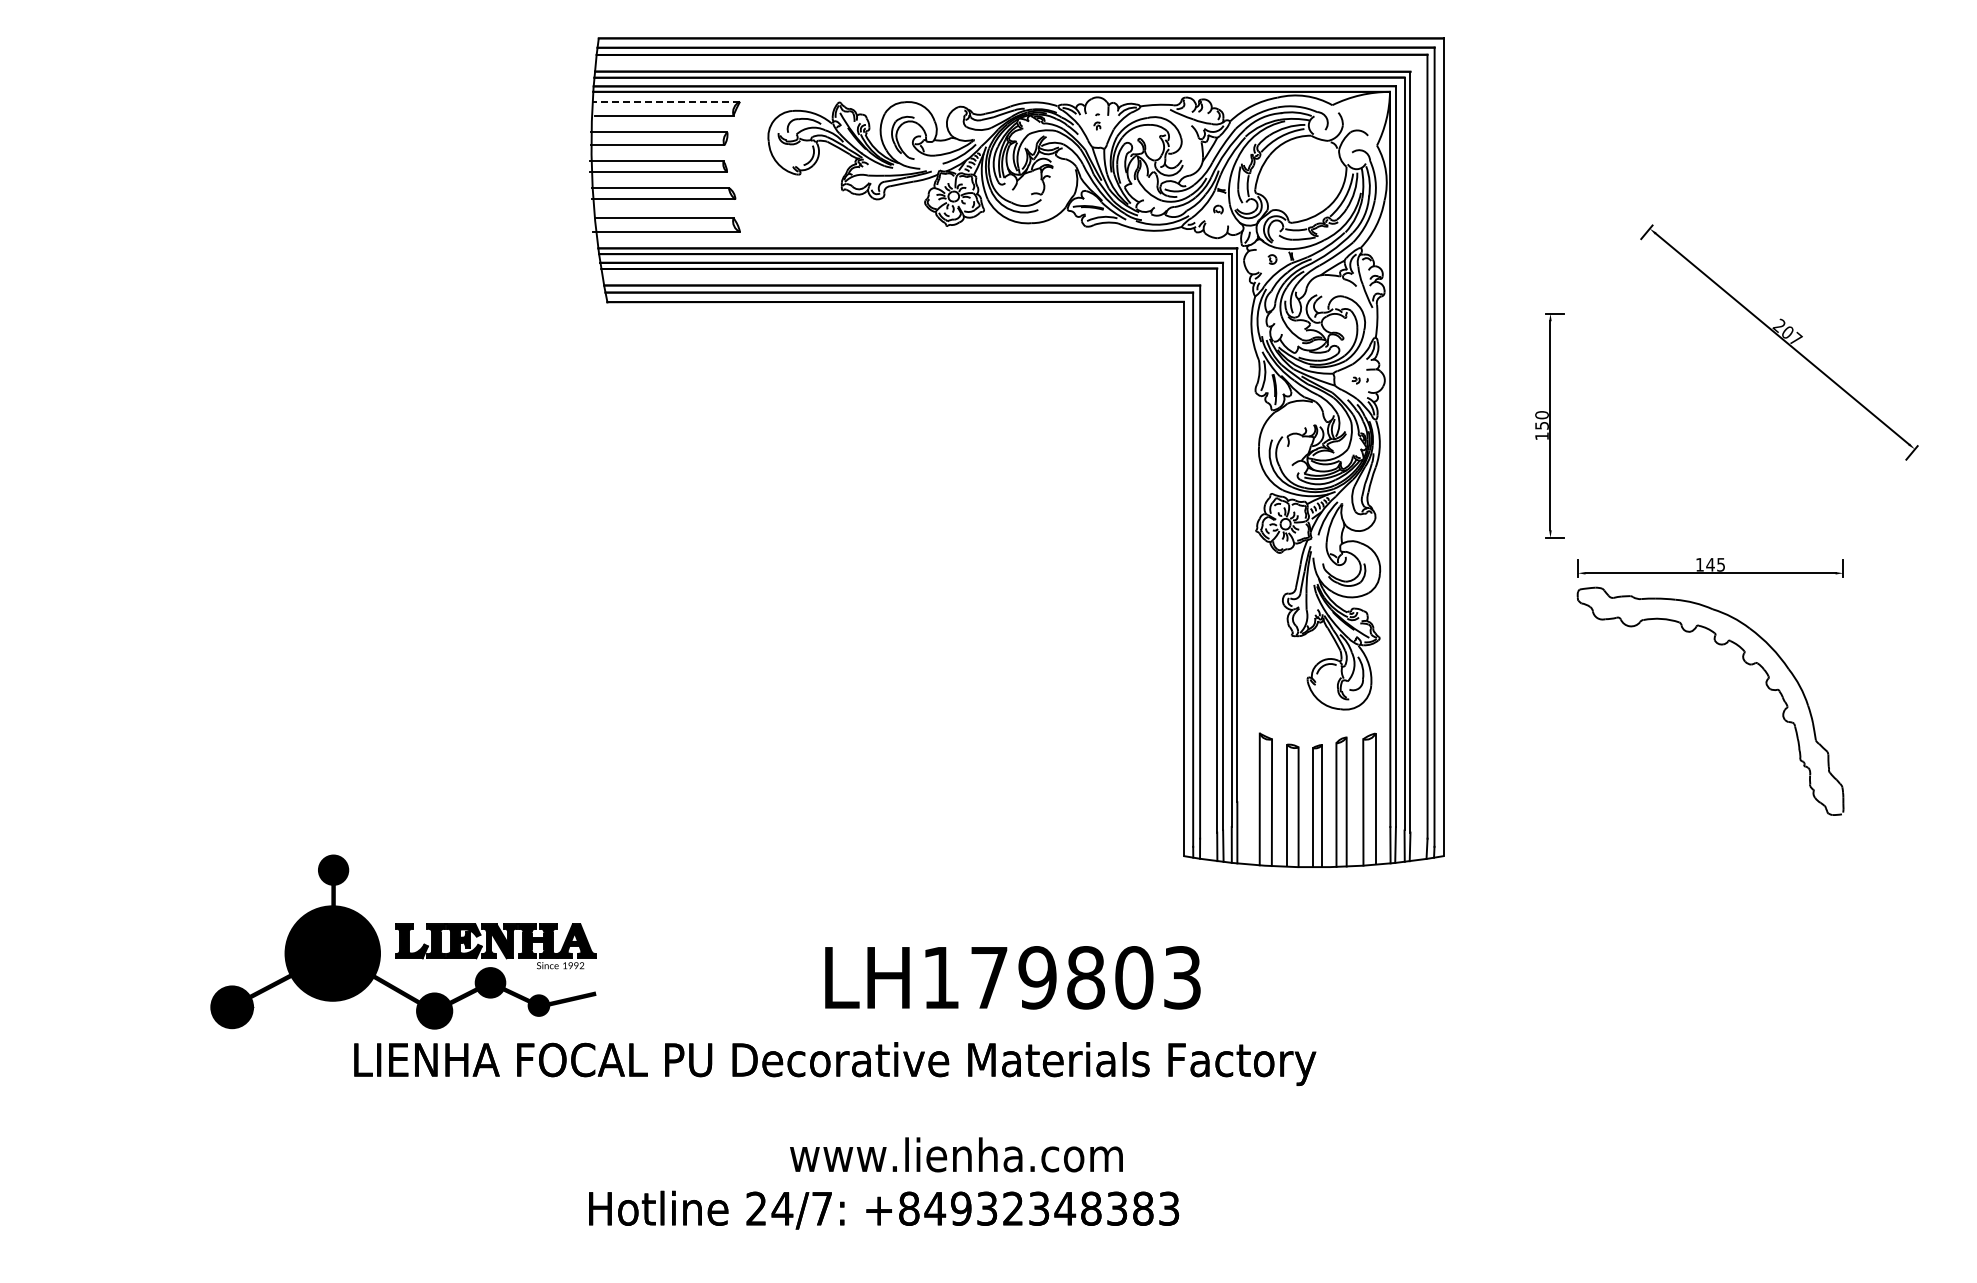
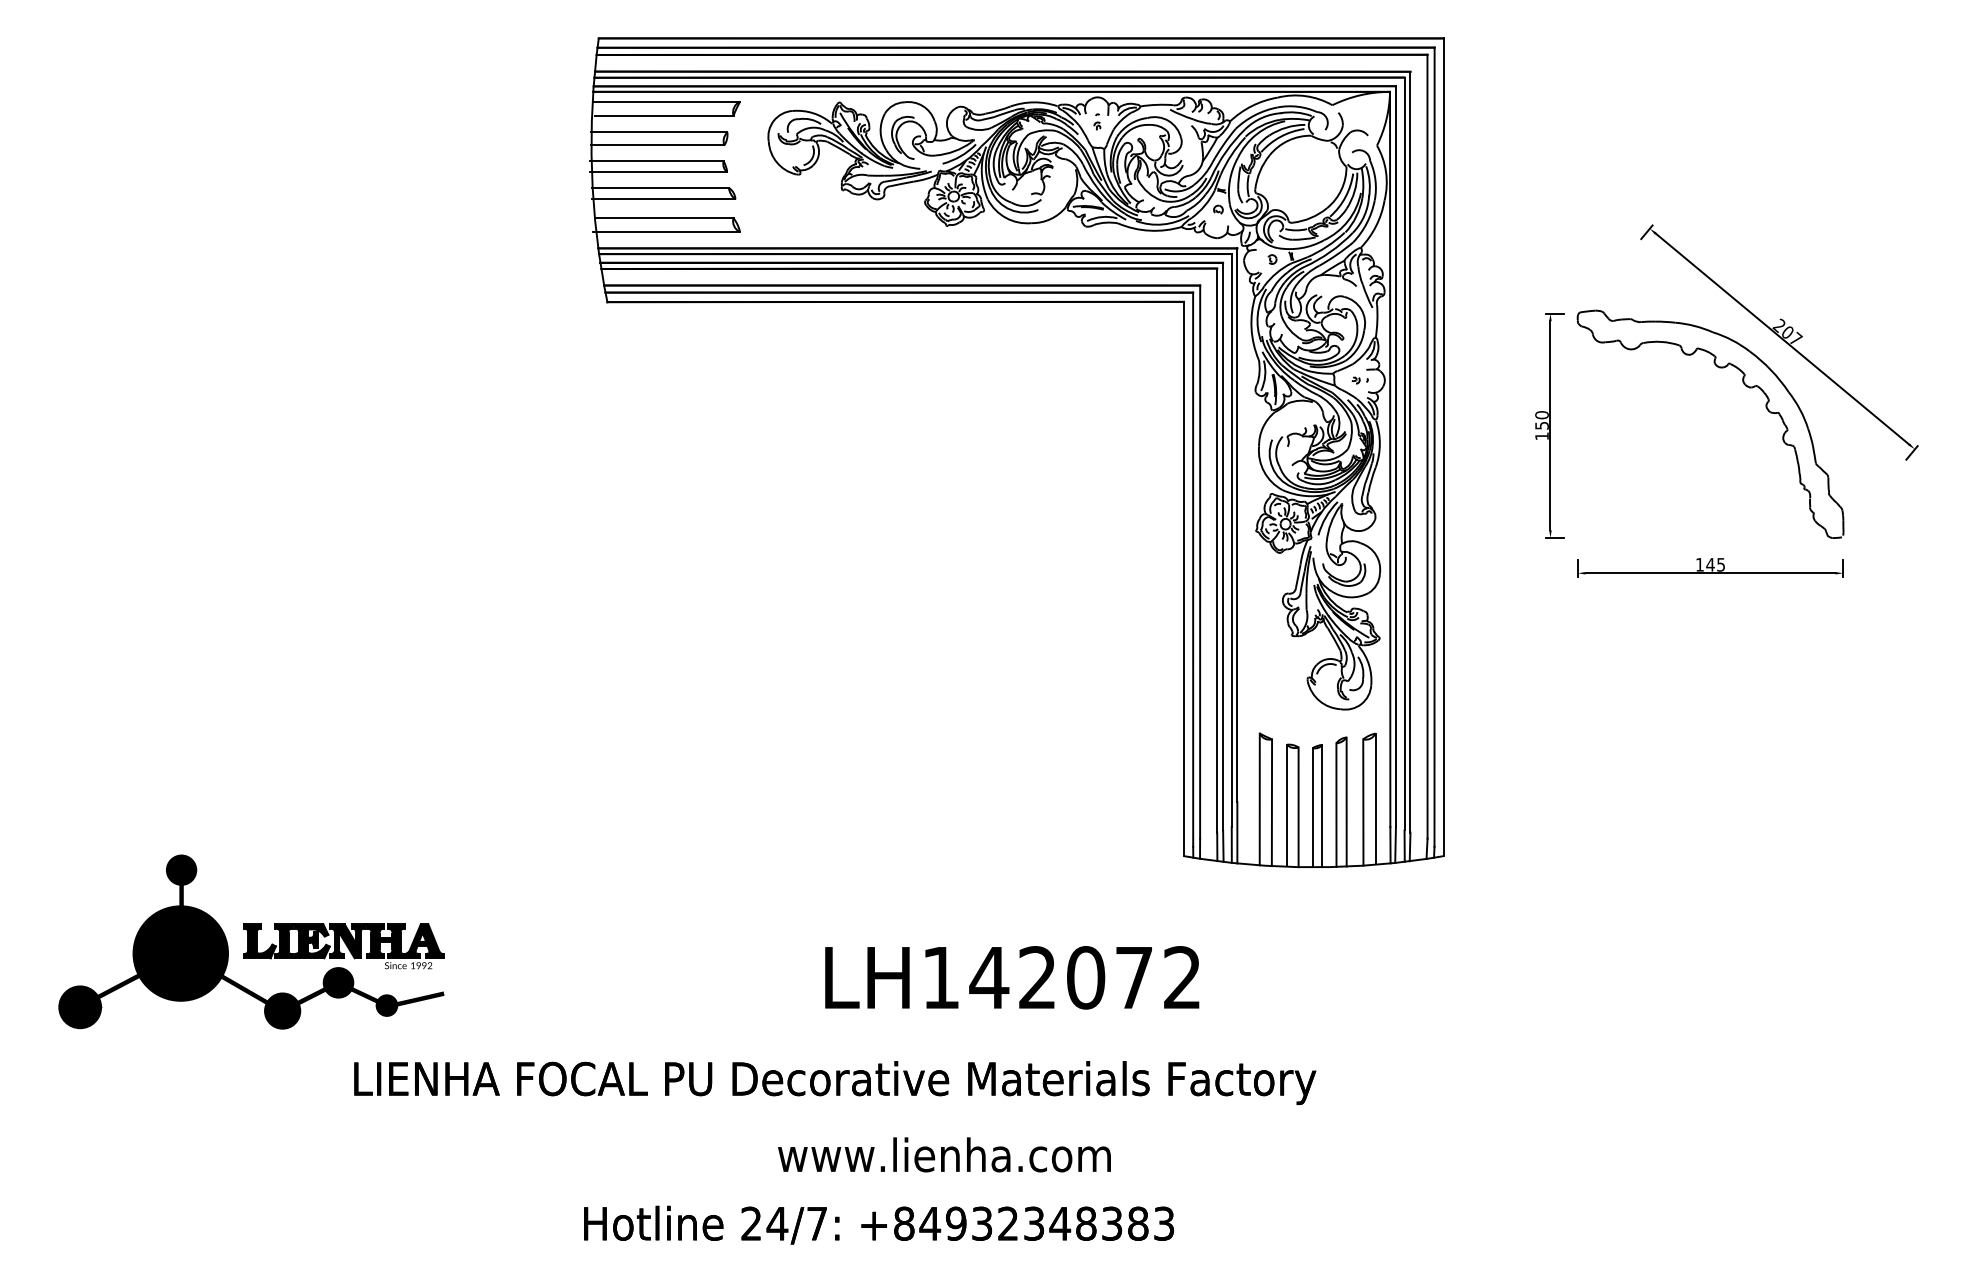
line at (666, 101): dashed -> solid
part at (1745, 663) position: (1745, 663) -> (1745, 386)
part at (403, 941) position: (403, 941) -> (251, 941)
text at (1084, 977): LH179803 -> LH142072
text at (835, 1063) position: (835, 1063) -> (835, 1082)
text at (956, 1154) position: (956, 1154) -> (944, 1154)
text at (884, 1209) position: (884, 1209) -> (879, 1224)
